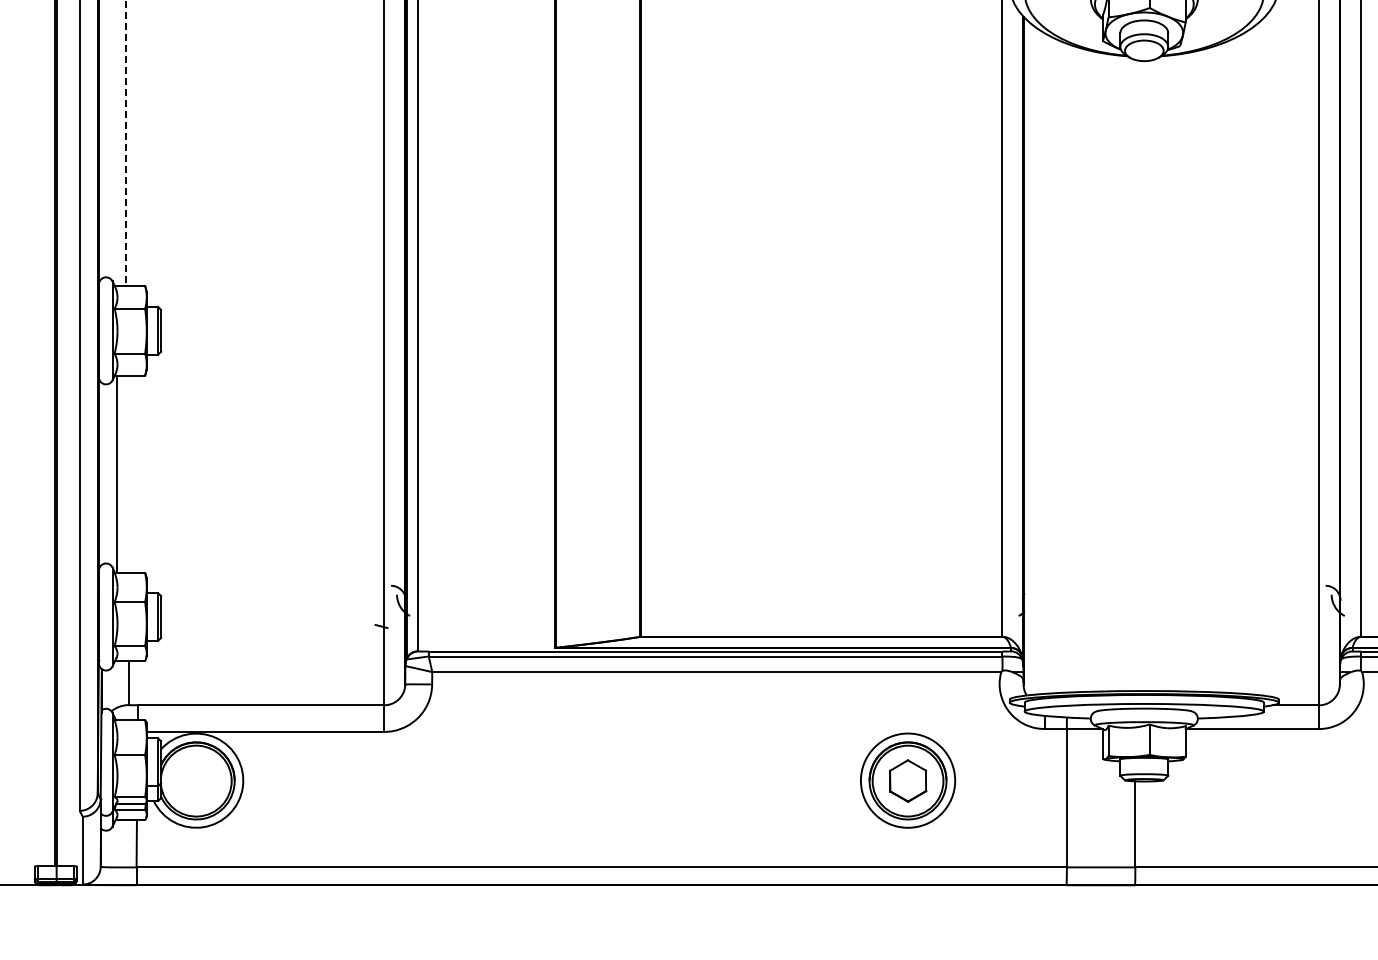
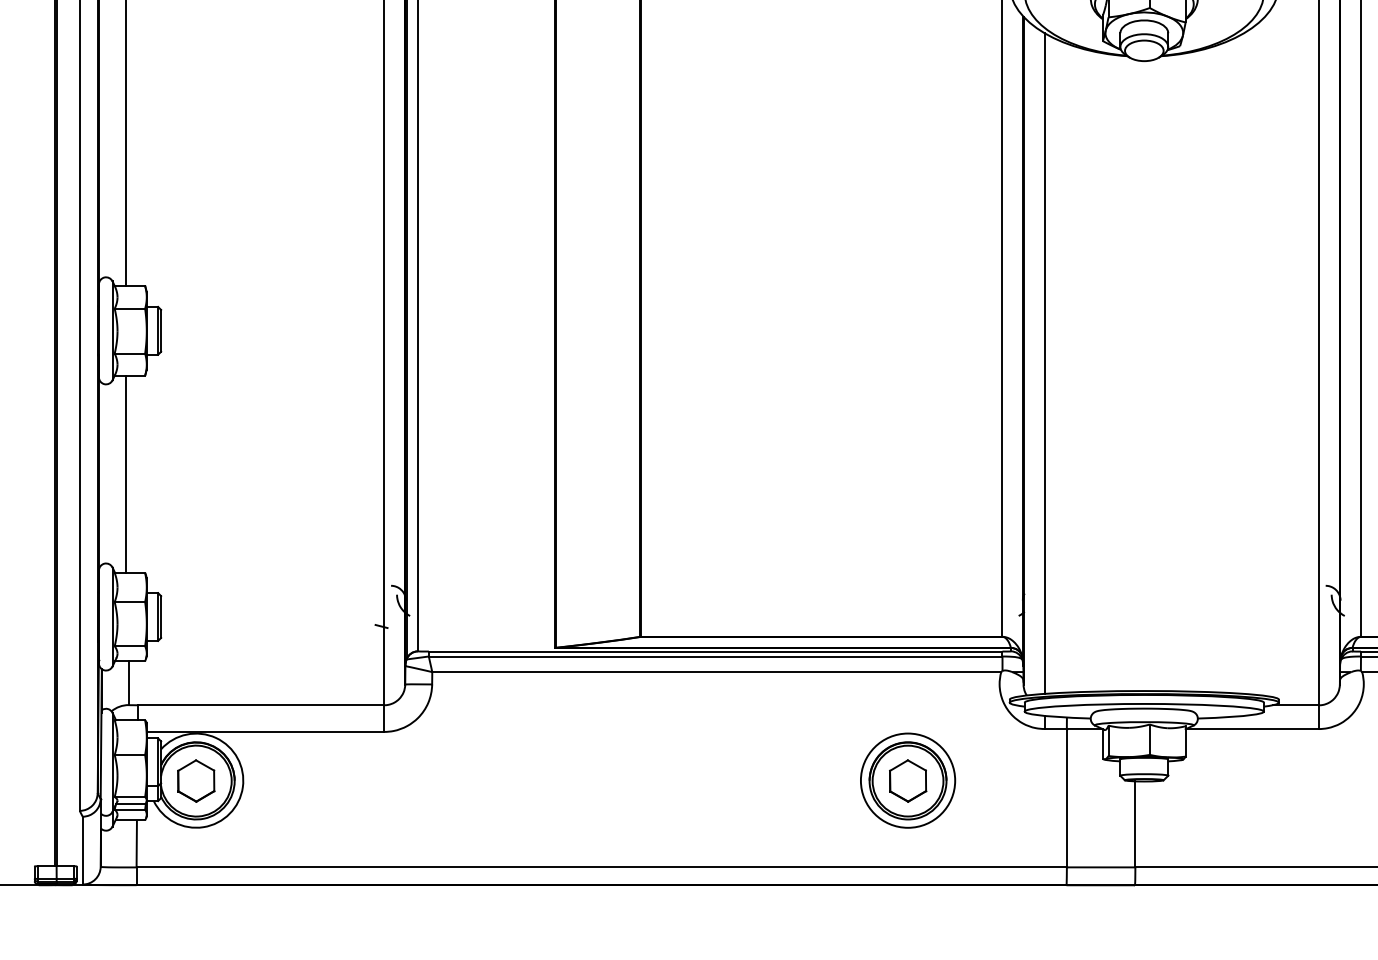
line at (125, 143): dashed -> solid
line at (1044, 363): none -> present
line at (116, 473) position: (116, 473) -> (125, 473)
part at (196, 780): none -> present
